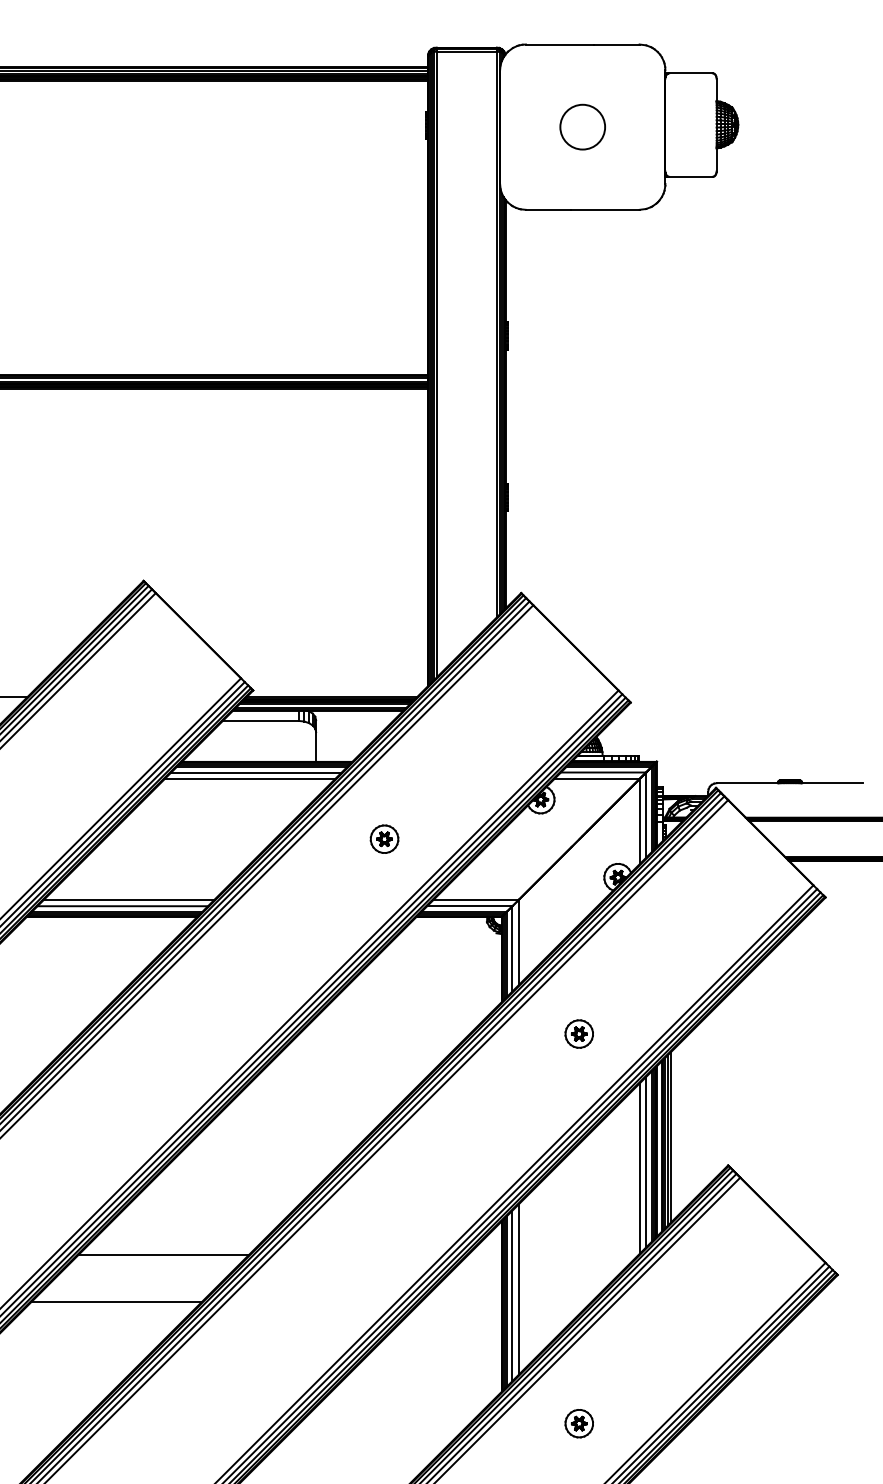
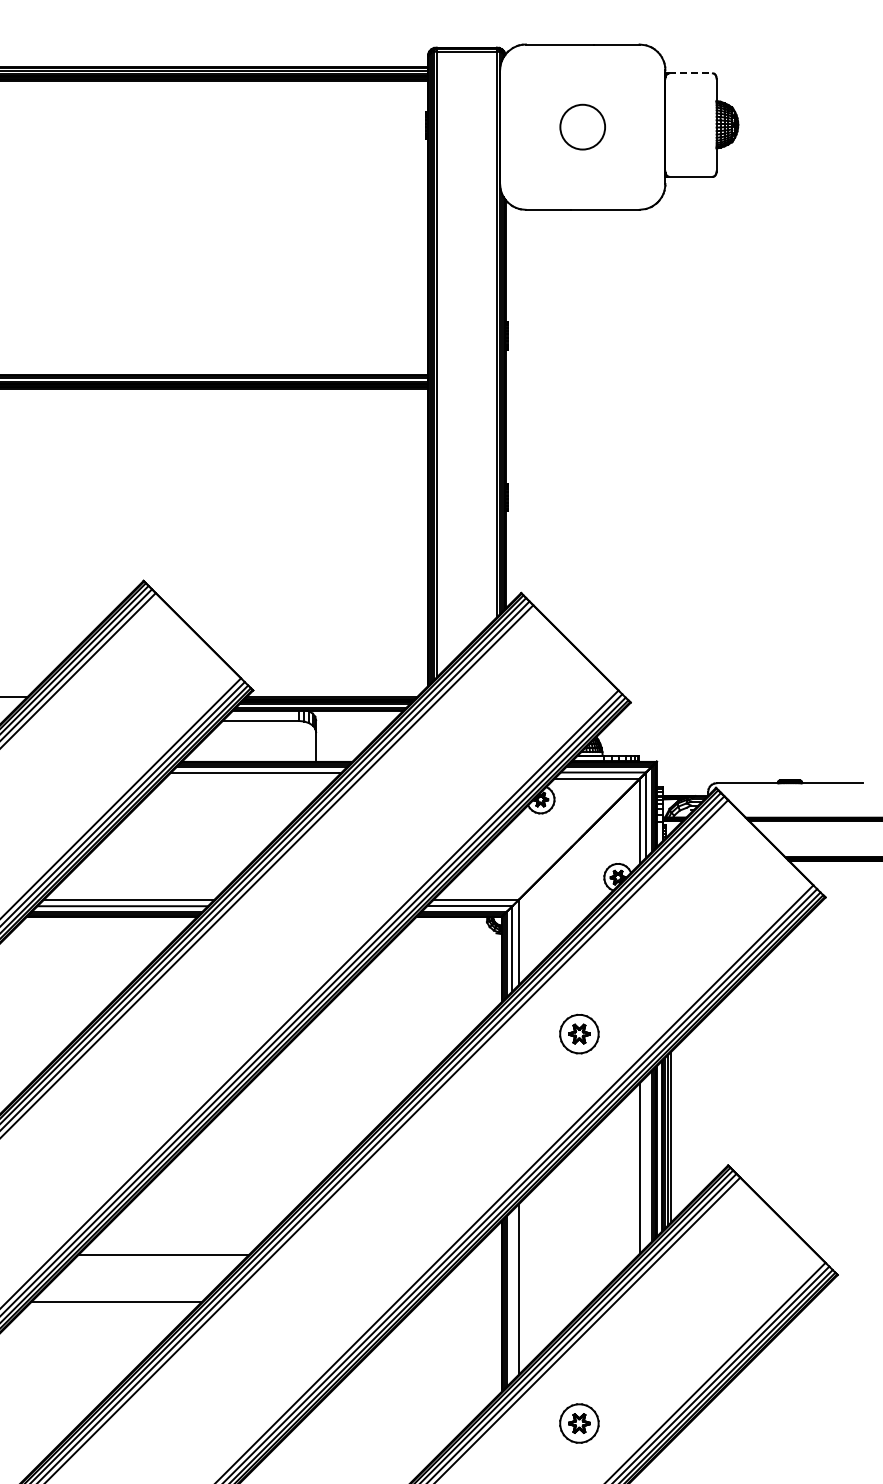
line at (690, 73): solid -> dashed
line at (249, 779): present -> none
part at (384, 838): present -> none
part at (578, 1033) size: 30x30 px -> 41x42 px
line at (646, 1161): present -> none
line at (512, 1295): present -> none
part at (578, 1423) size: 30x30 px -> 41x41 px
